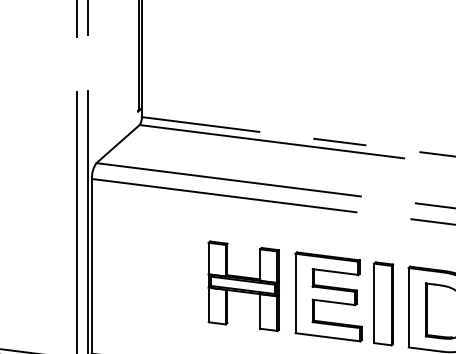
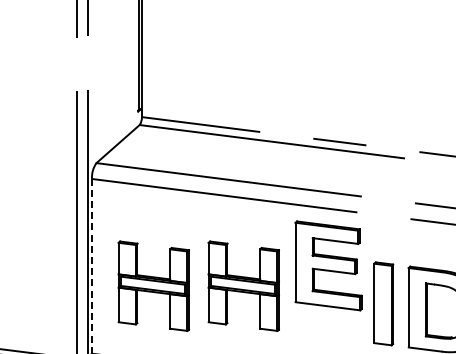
line at (92, 265): solid -> dashed
part at (153, 285): none -> present
part at (328, 296) position: (328, 296) -> (328, 265)
